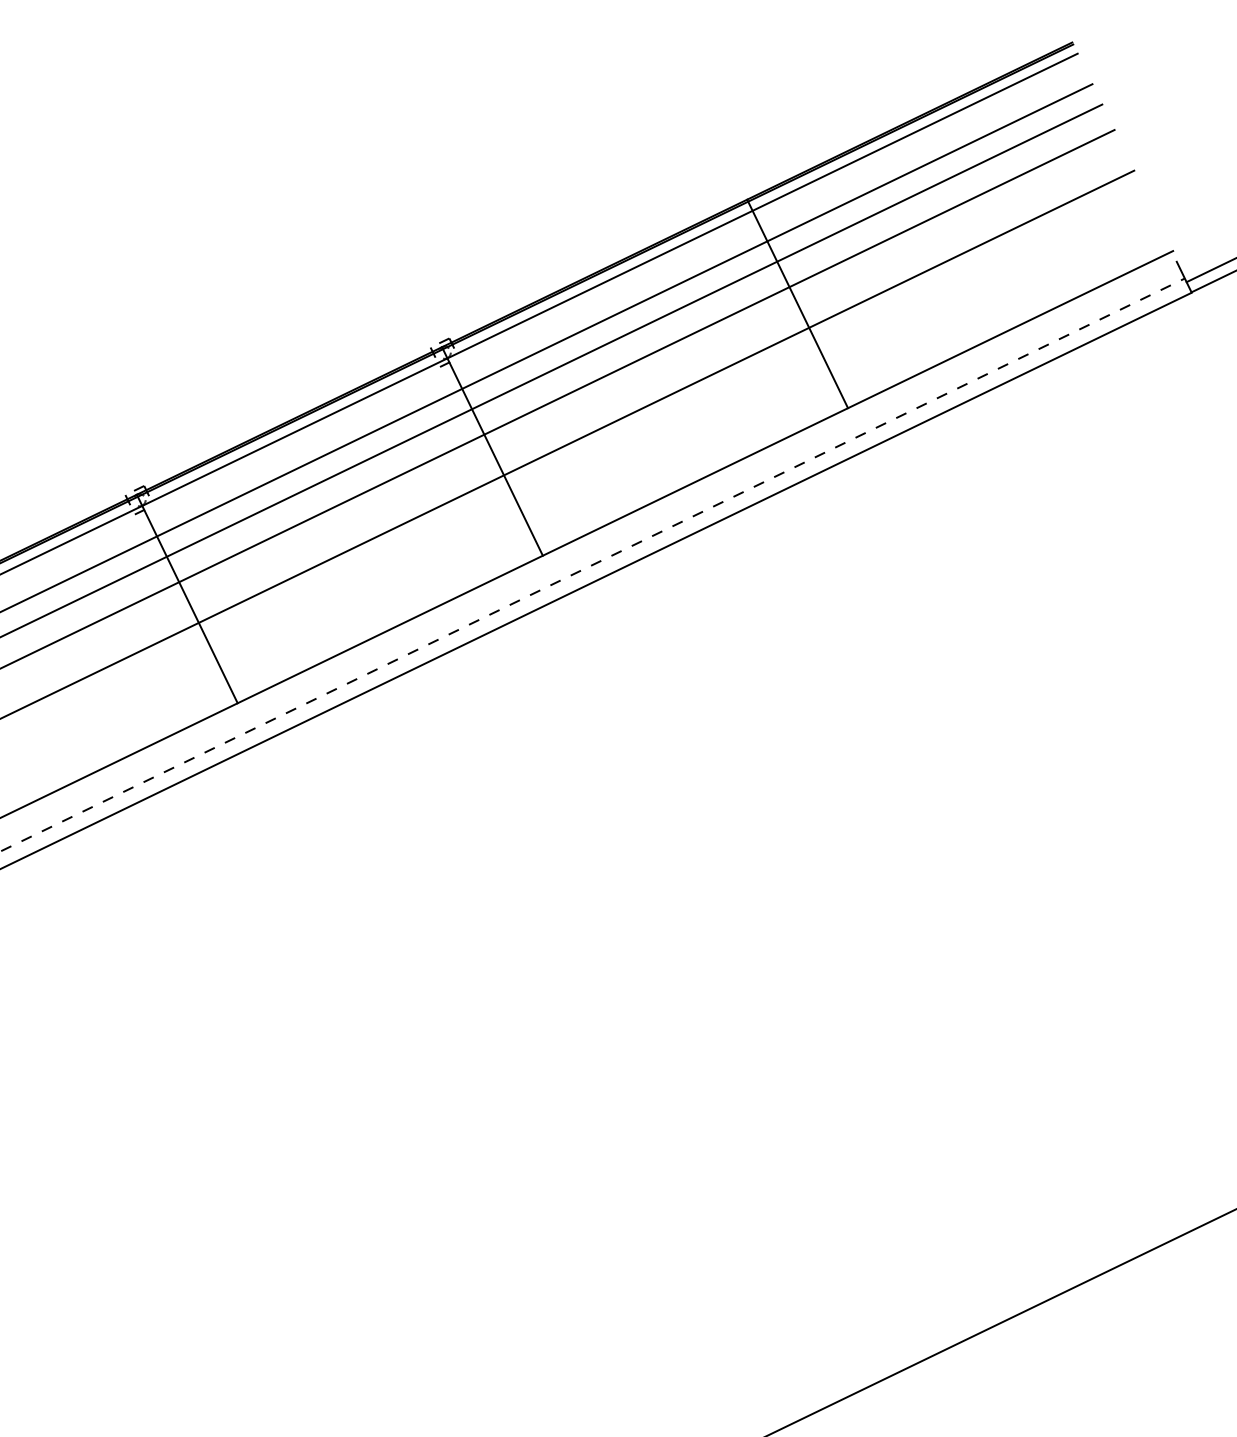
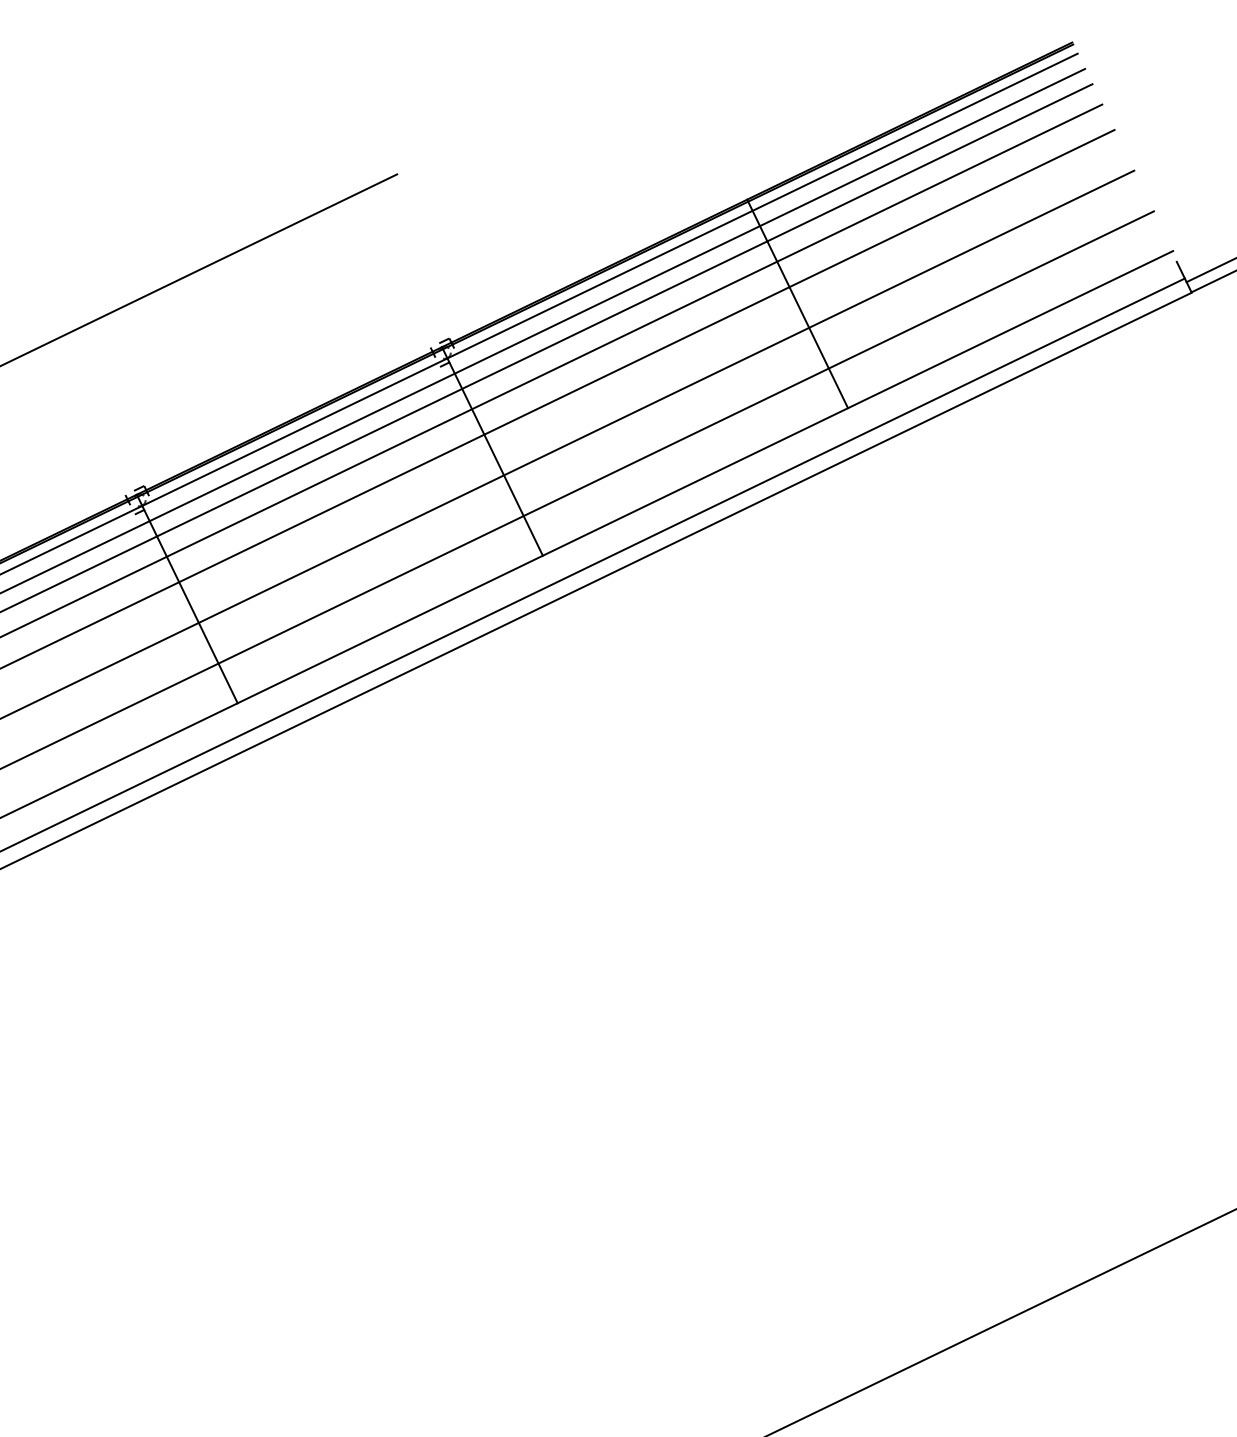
line at (199, 269): none -> present
line at (543, 330): none -> present
line at (577, 489): none -> present
line at (592, 564): dashed -> solid
